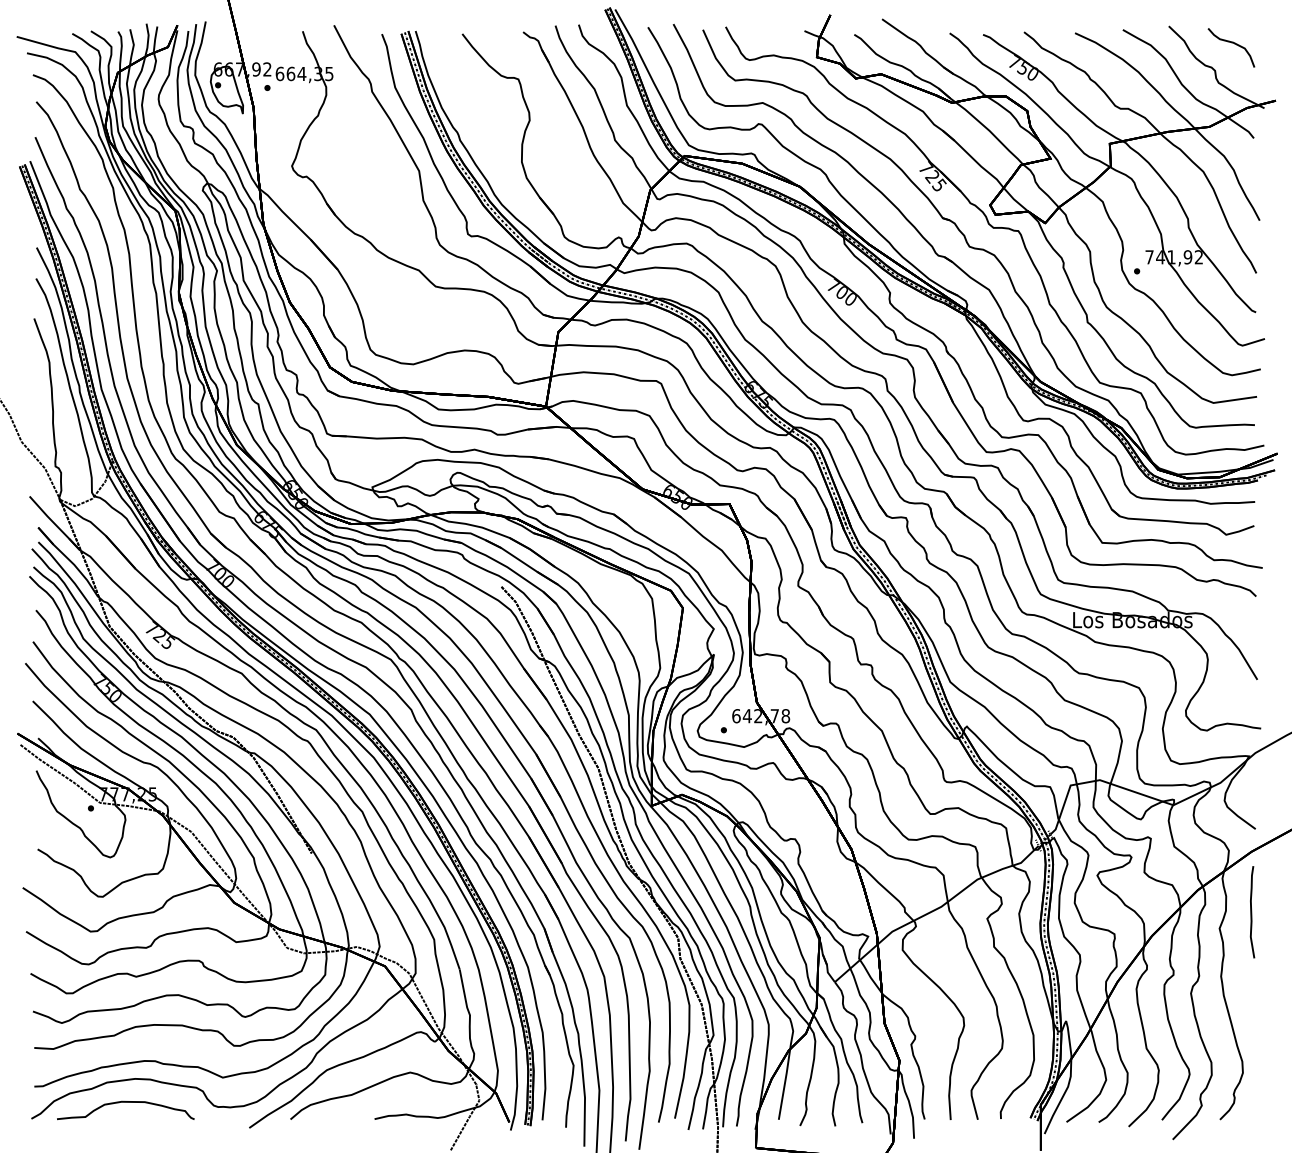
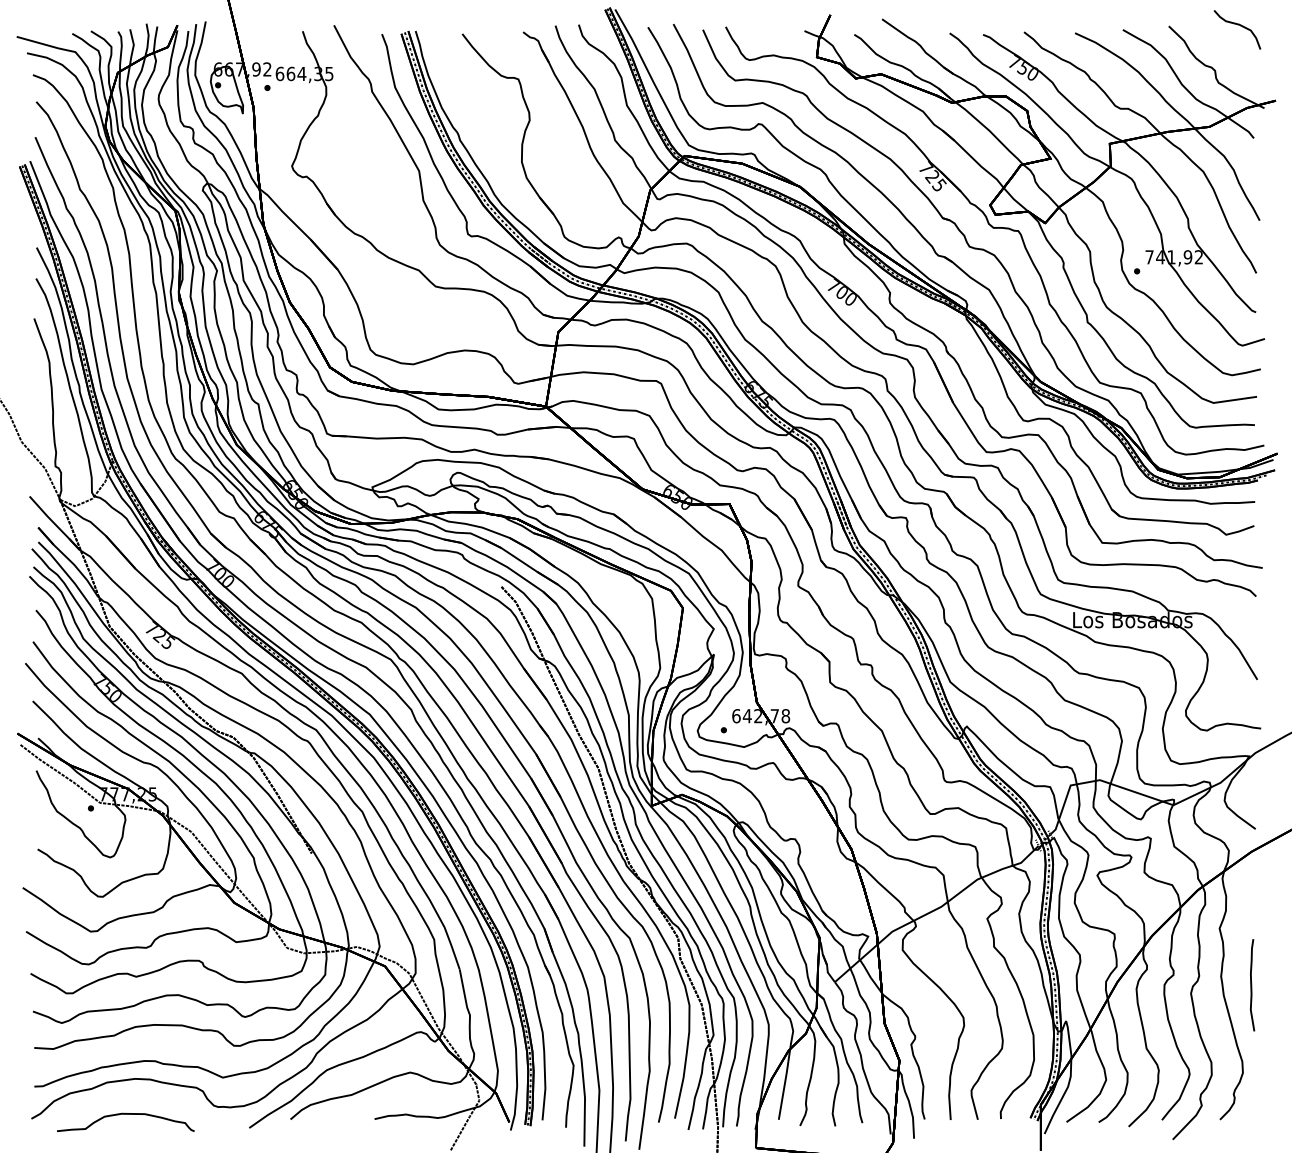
curve at (1231, 43) position: (1231, 43) -> (1237, 25)
curve at (1252, 912) position: (1252, 912) -> (1252, 985)
curve at (125, 1102) position: (125, 1102) -> (125, 1114)
